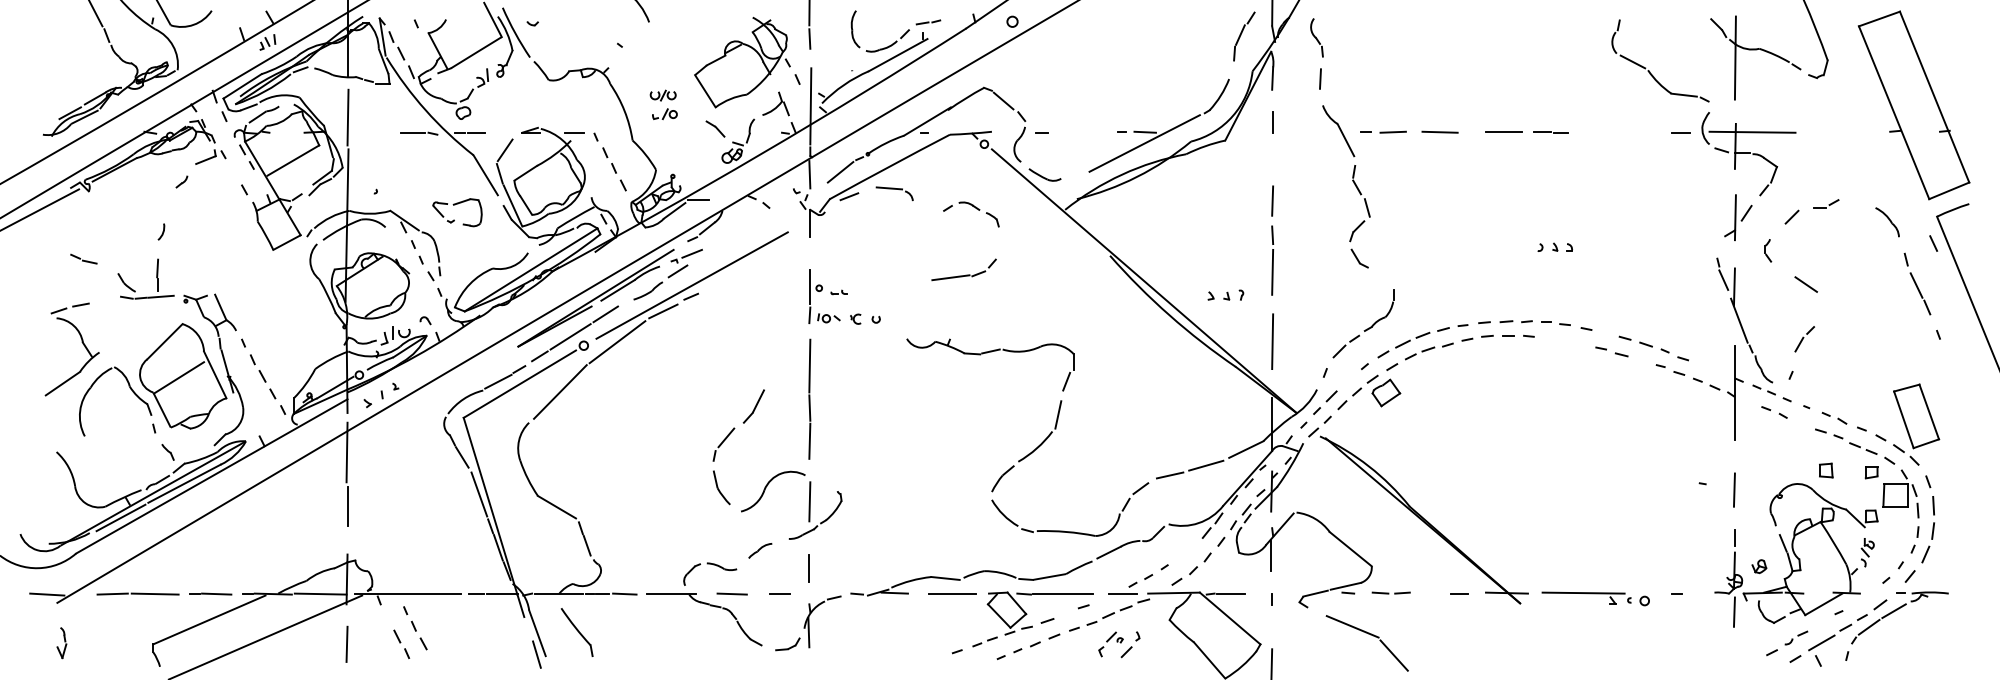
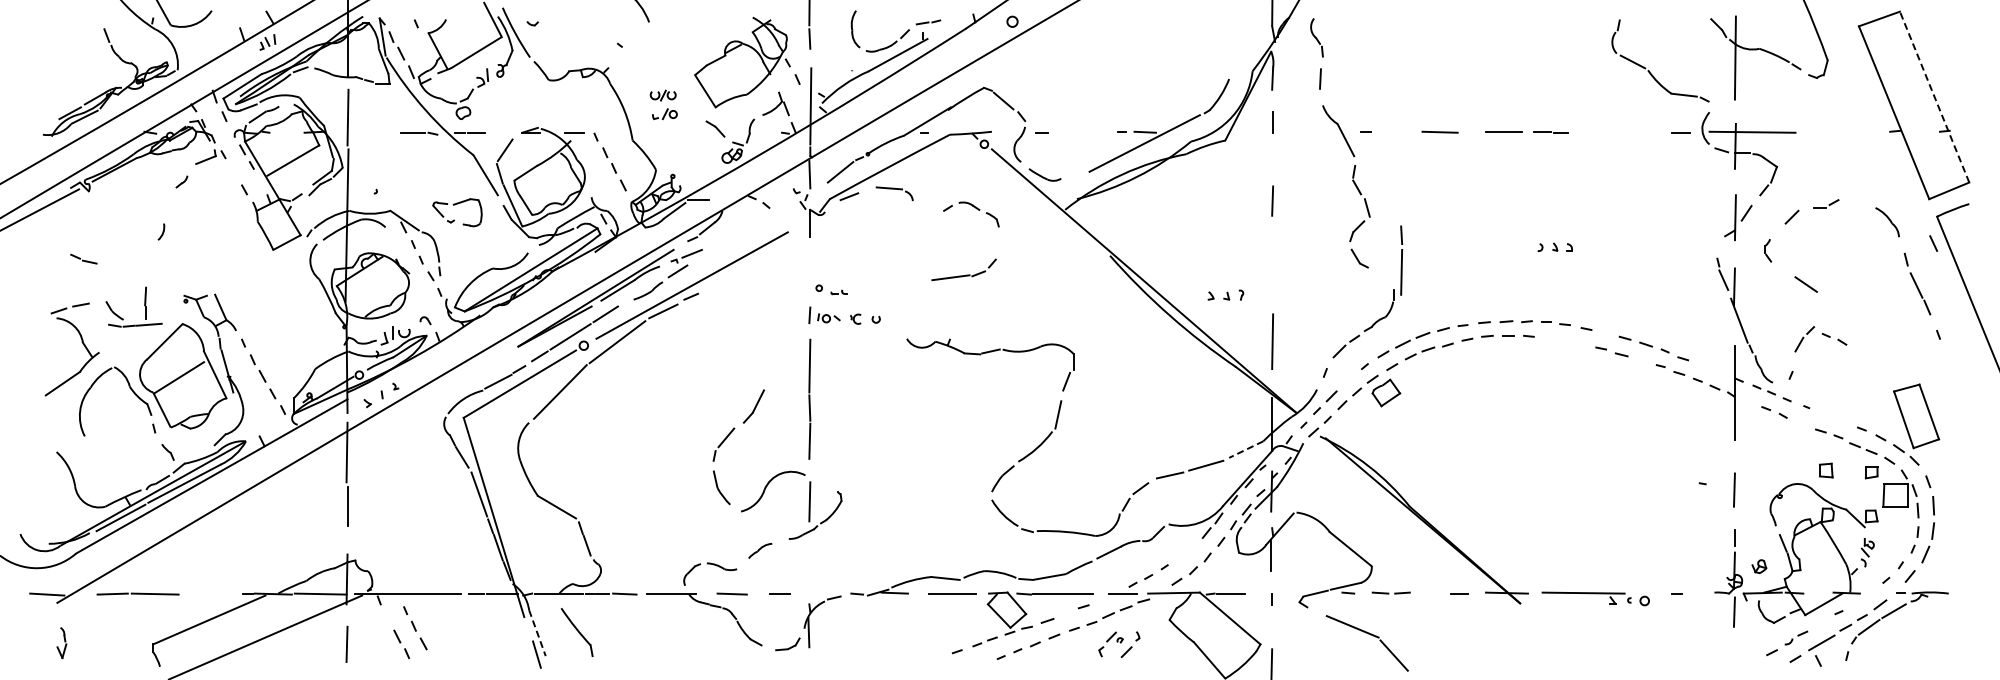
line at (95, 14): present -> none
part at (1244, 36): present -> none
line at (1934, 96): solid -> dashed
line at (1392, 131): present -> none
line at (1272, 260) position: (1272, 260) -> (1401, 260)
part at (156, 278) position: (156, 278) -> (144, 306)
line at (810, 286): present -> none
part at (1834, 418) position: (1834, 418) -> (1834, 339)
line at (1246, 449): solid -> dashed
line at (809, 567): present -> none
line at (210, 593): present -> none
line at (537, 633): solid -> dashed
